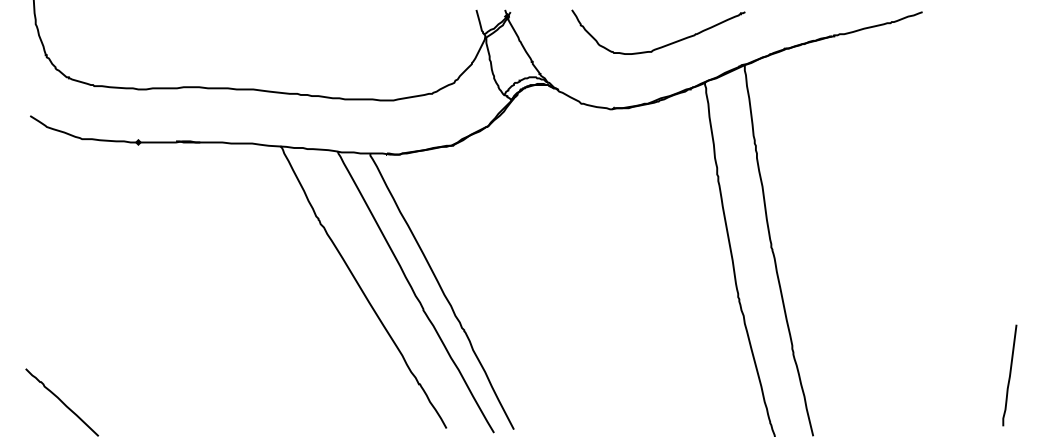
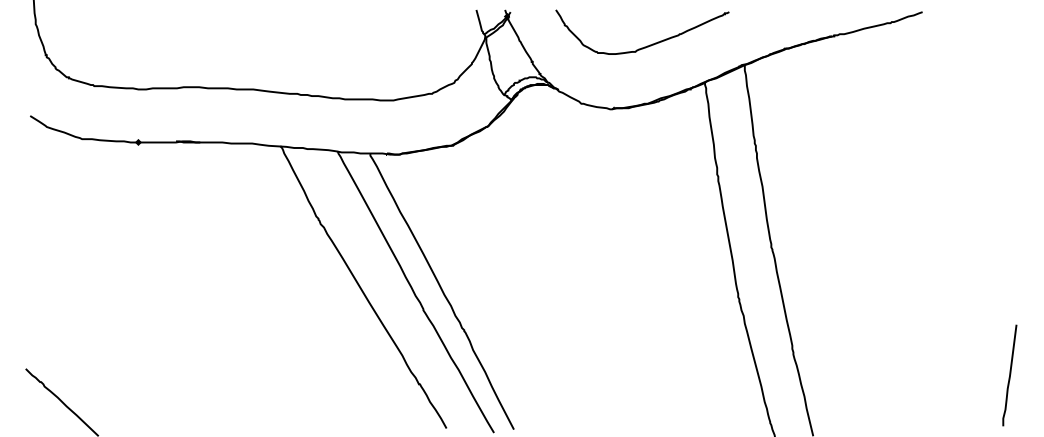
curve at (663, 45) position: (663, 45) -> (647, 45)
